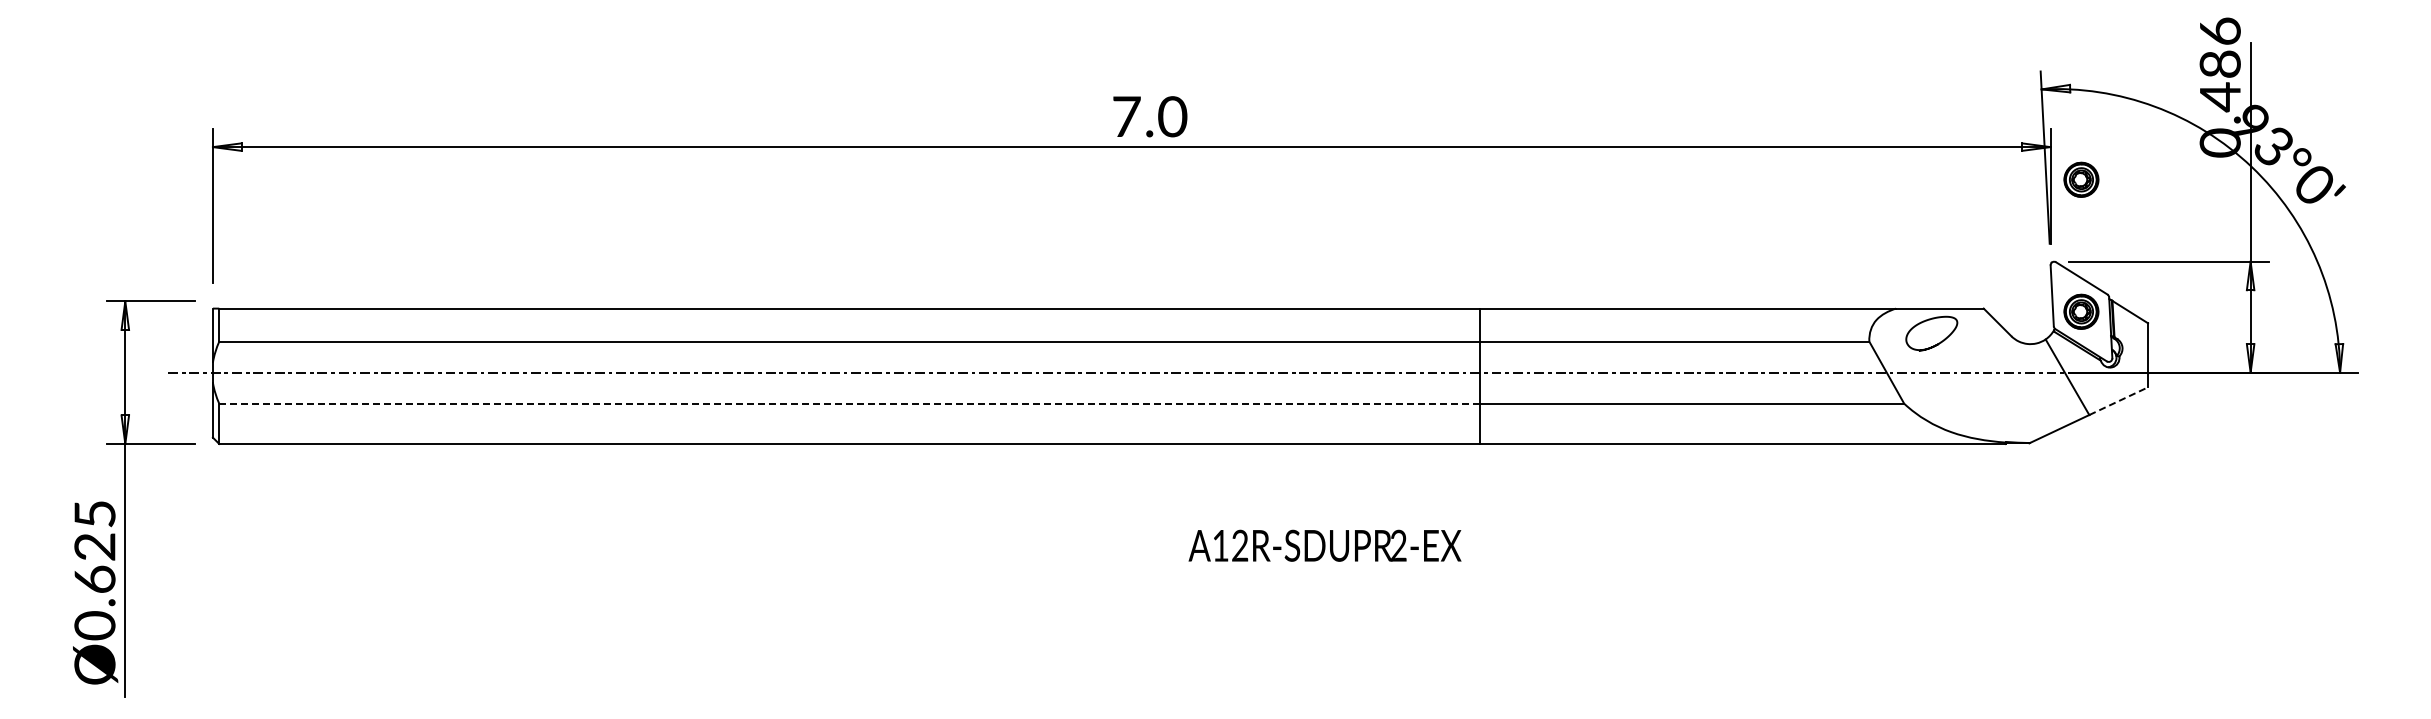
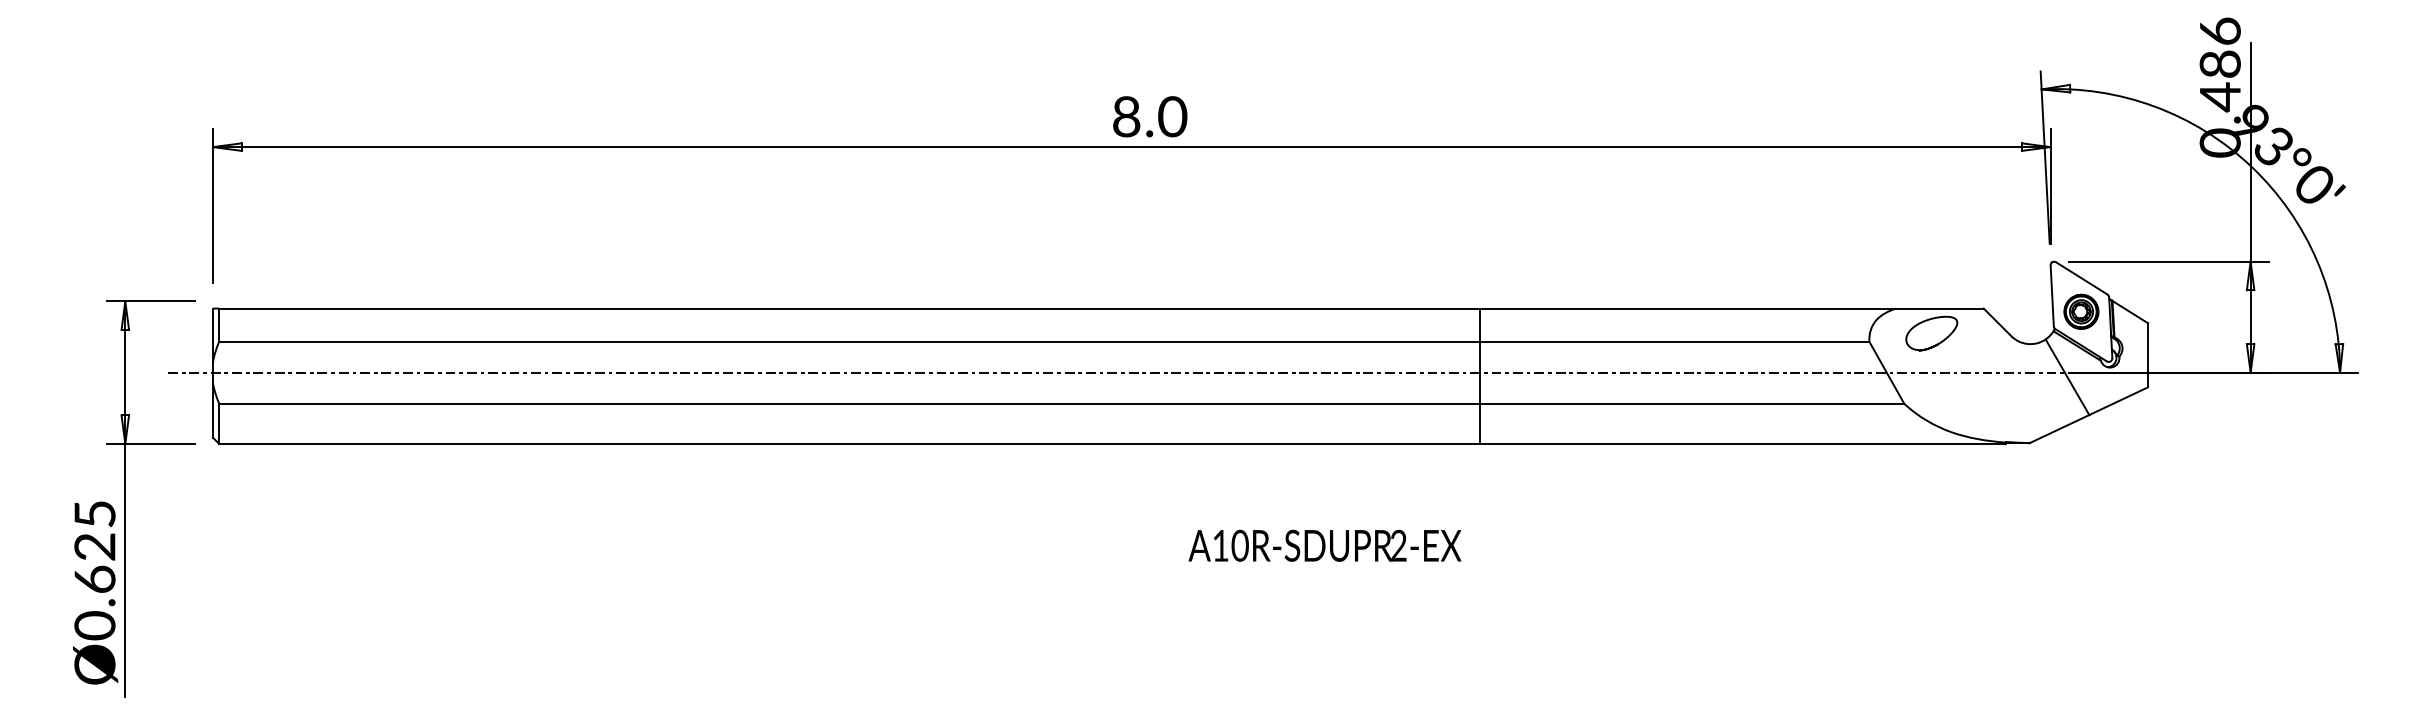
text at (1126, 116): 7.0 -> 8.0
part at (2081, 179): present -> none
line at (2119, 400): dashed -> solid
line at (849, 403): dashed -> solid
text at (1239, 545): A12R-SDUPR -> A10R-SDUPR
